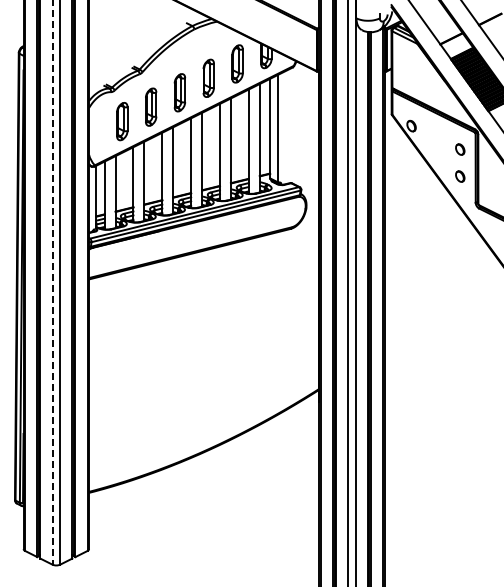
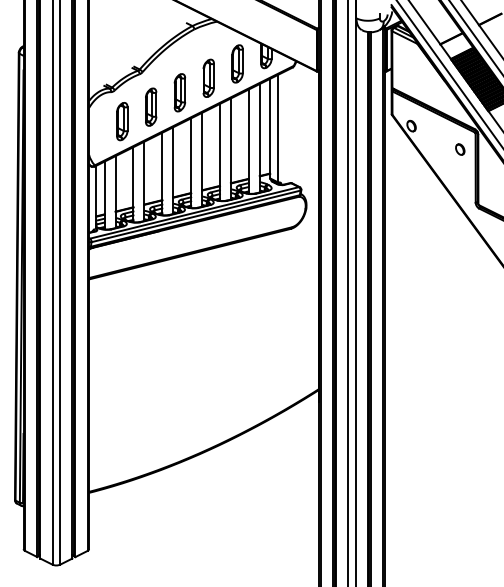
line at (475, 37): none -> present
line at (448, 73): none -> present
part at (460, 176): present -> none
line at (52, 282): dashed -> solid
